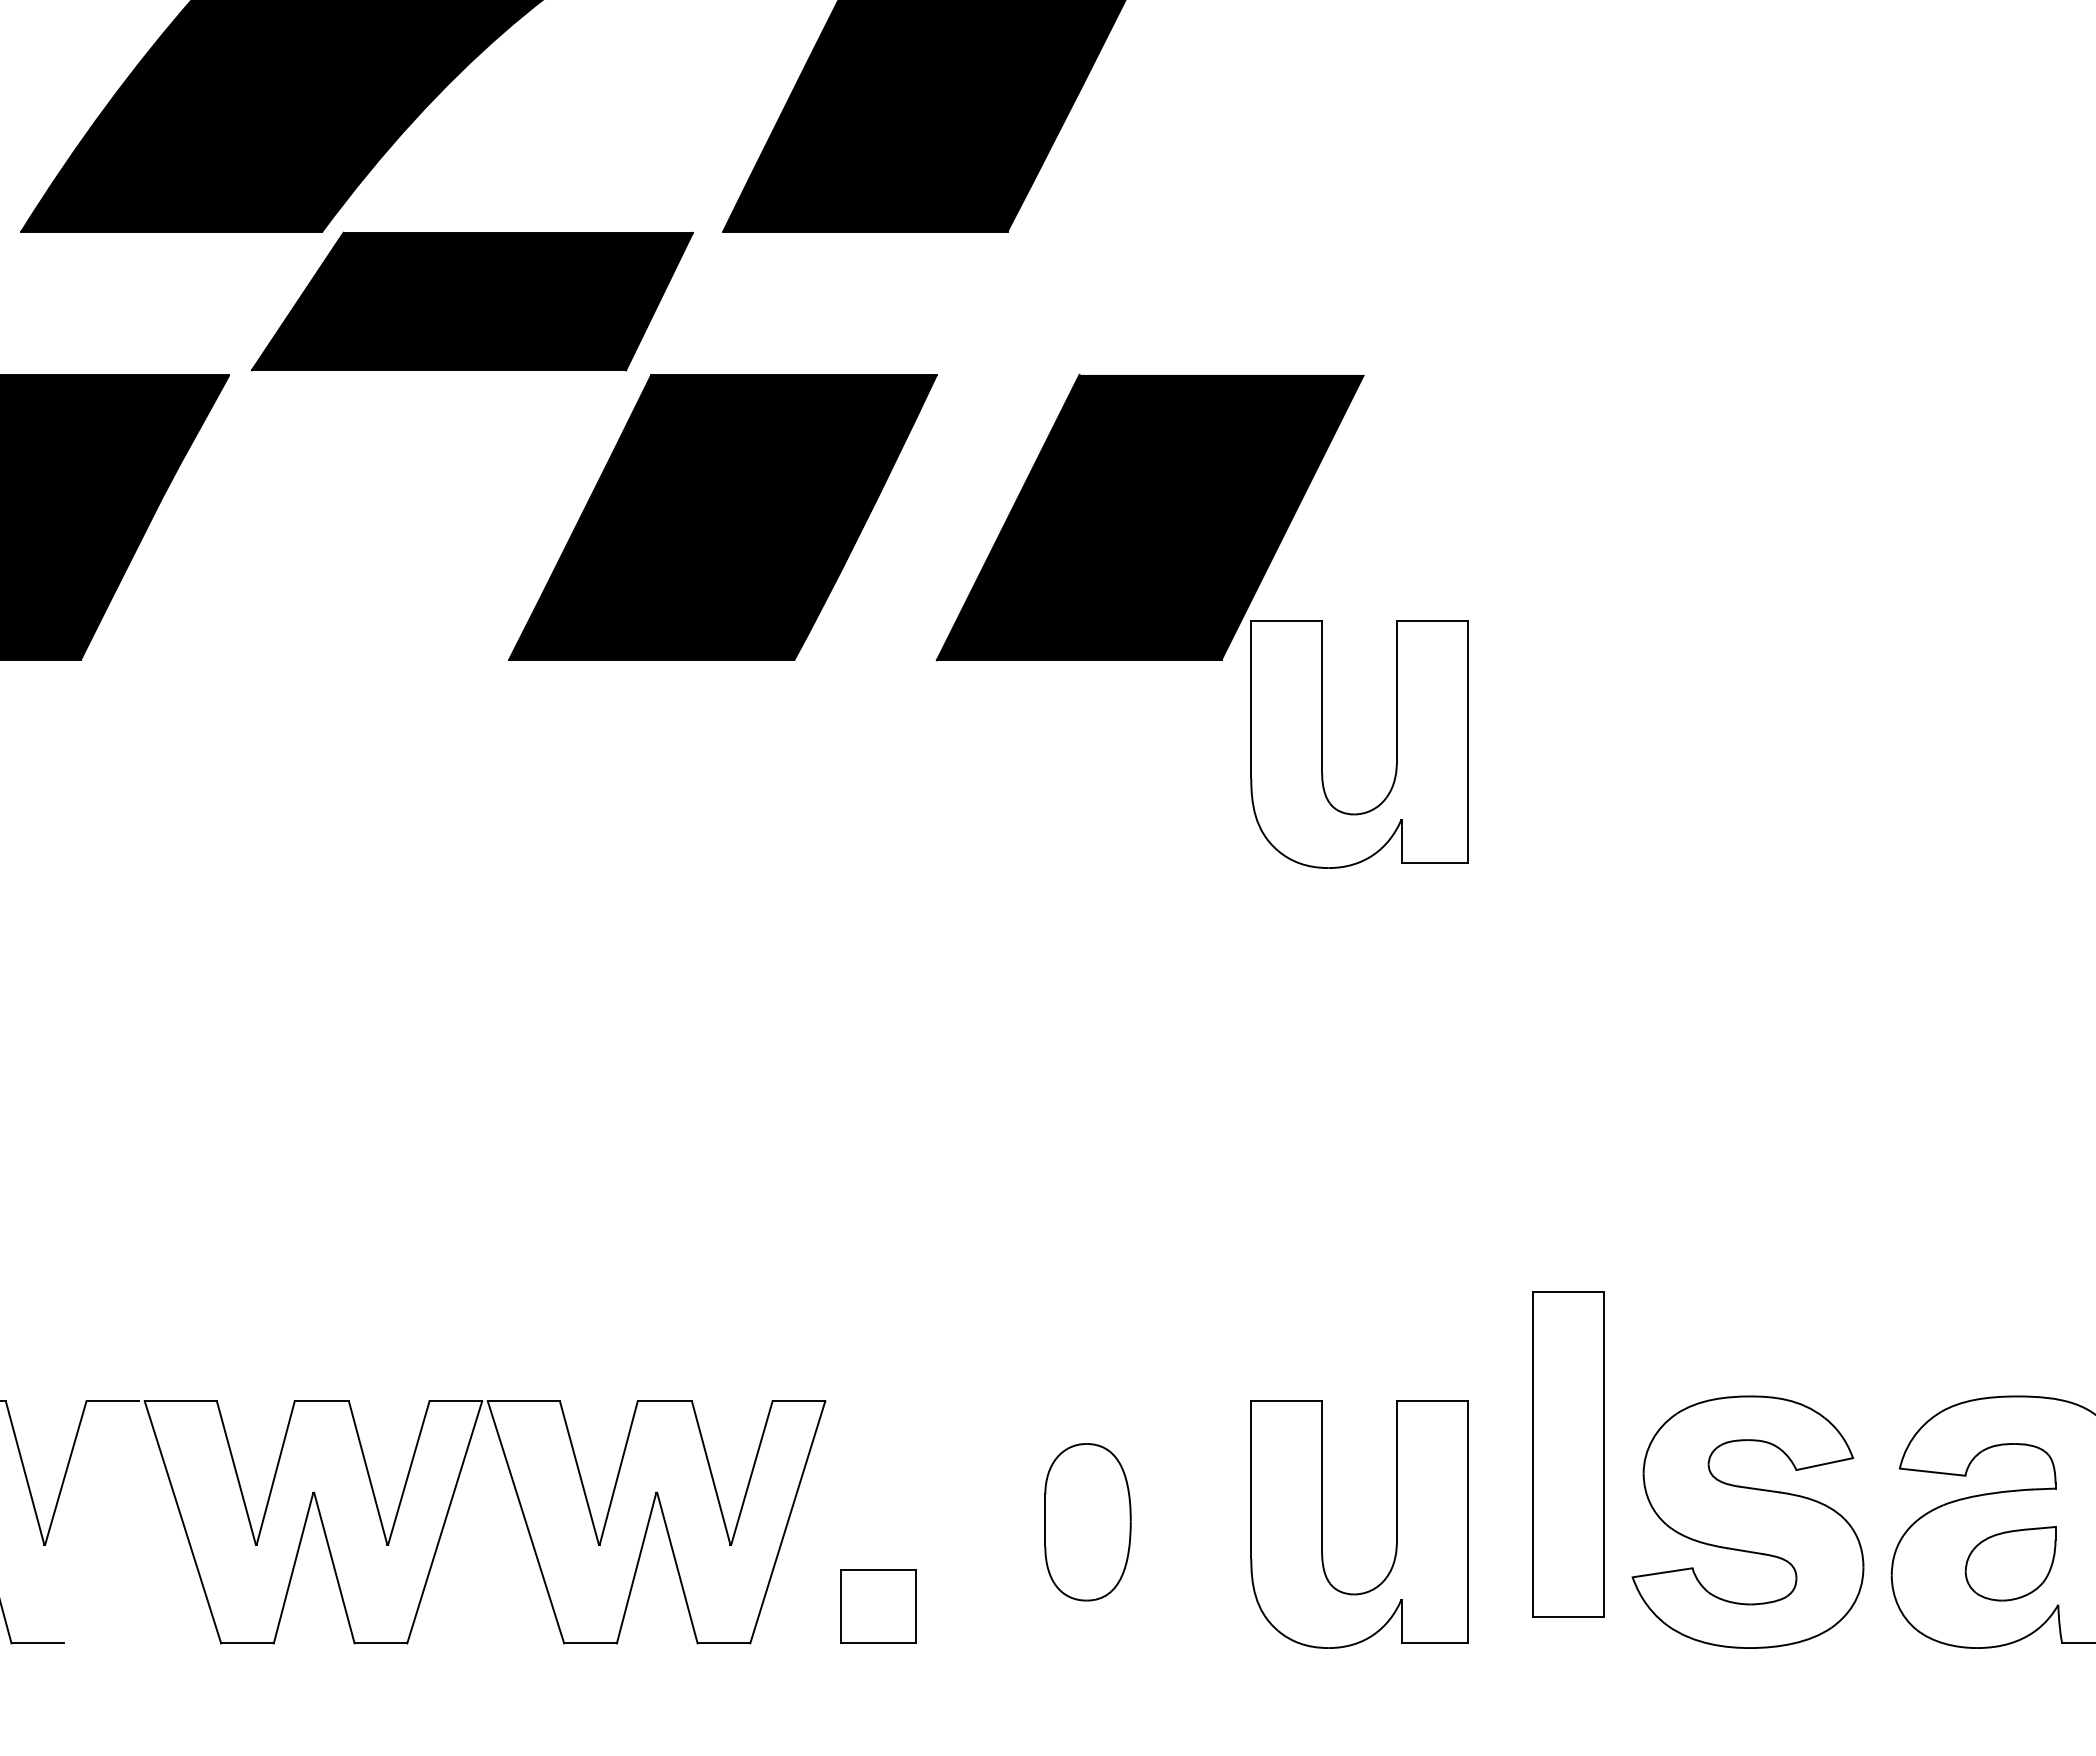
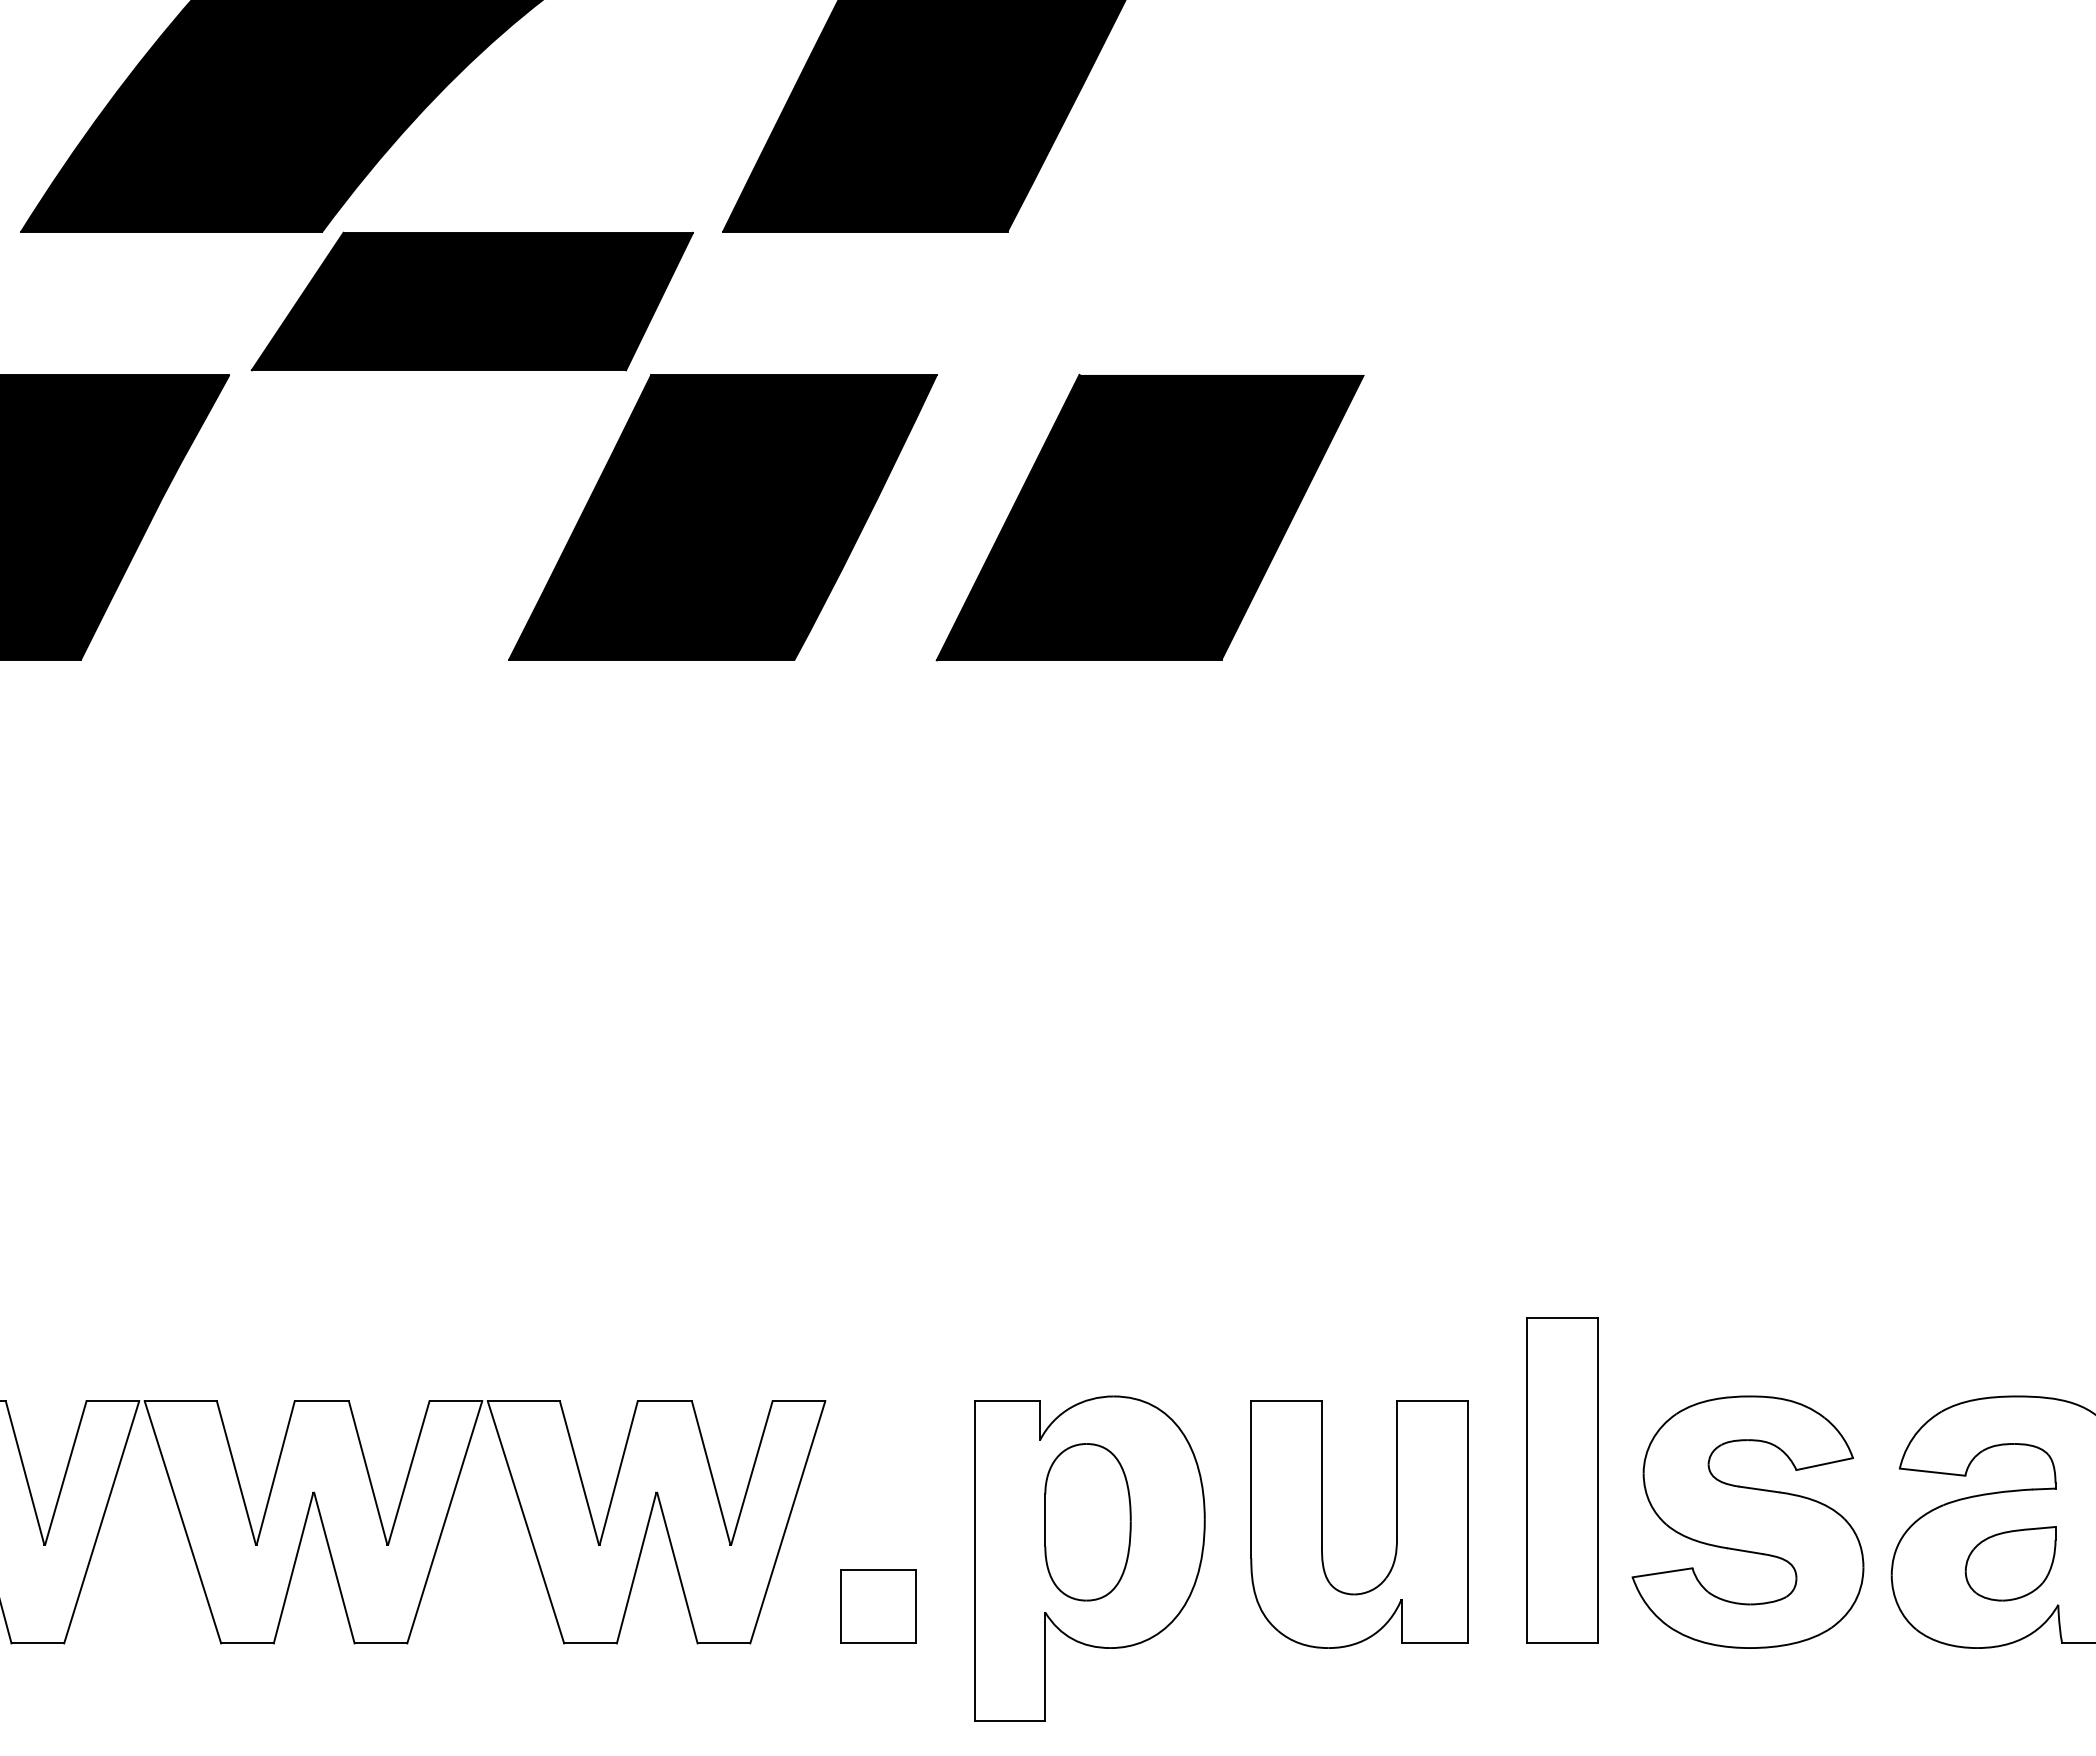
part at (1322, 744): present -> none
part at (1568, 1454) position: (1568, 1454) -> (1562, 1480)
line at (101, 1522): none -> present
part at (1089, 1558): none -> present
